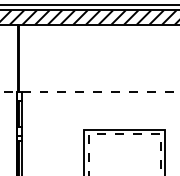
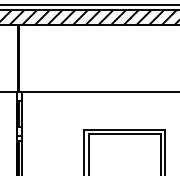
line at (90, 92): dashed -> solid
line at (124, 134): dashed -> solid
